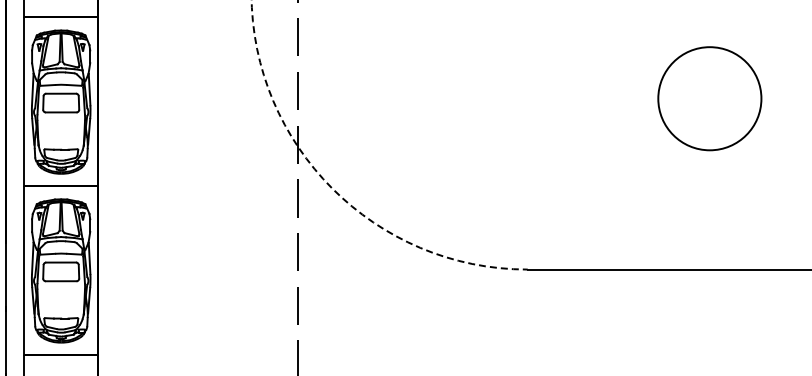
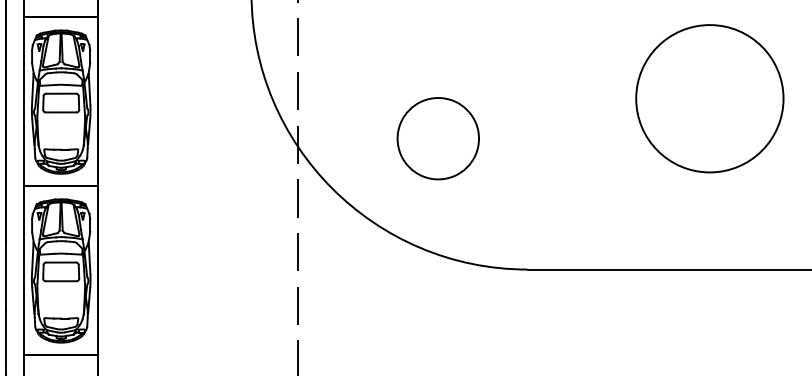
circle at (709, 98) diameter: 103 px -> 147 px
circle at (437, 138): none -> present
arc at (335, 191): dashed -> solid
